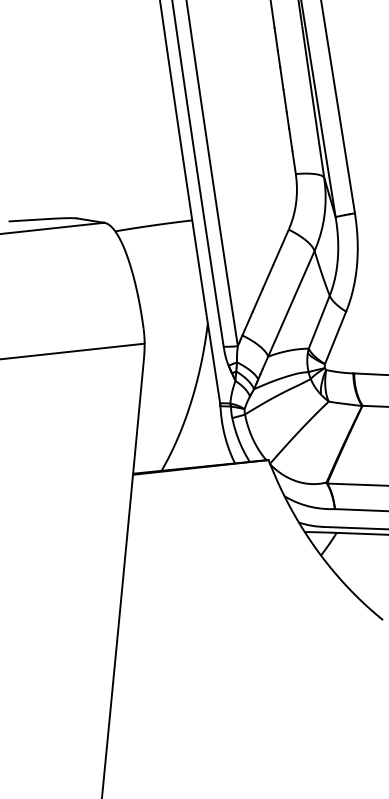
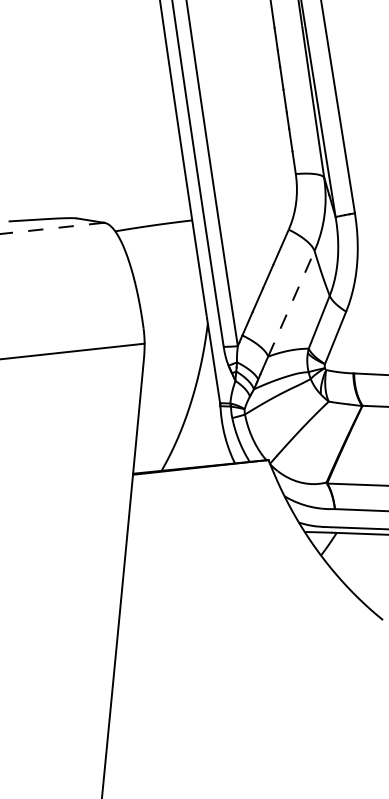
line at (52, 228): solid -> dashed
line at (291, 303): solid -> dashed
